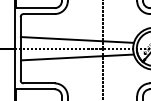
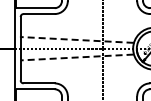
line at (76, 39): solid -> dashed
line at (76, 57): solid -> dashed
